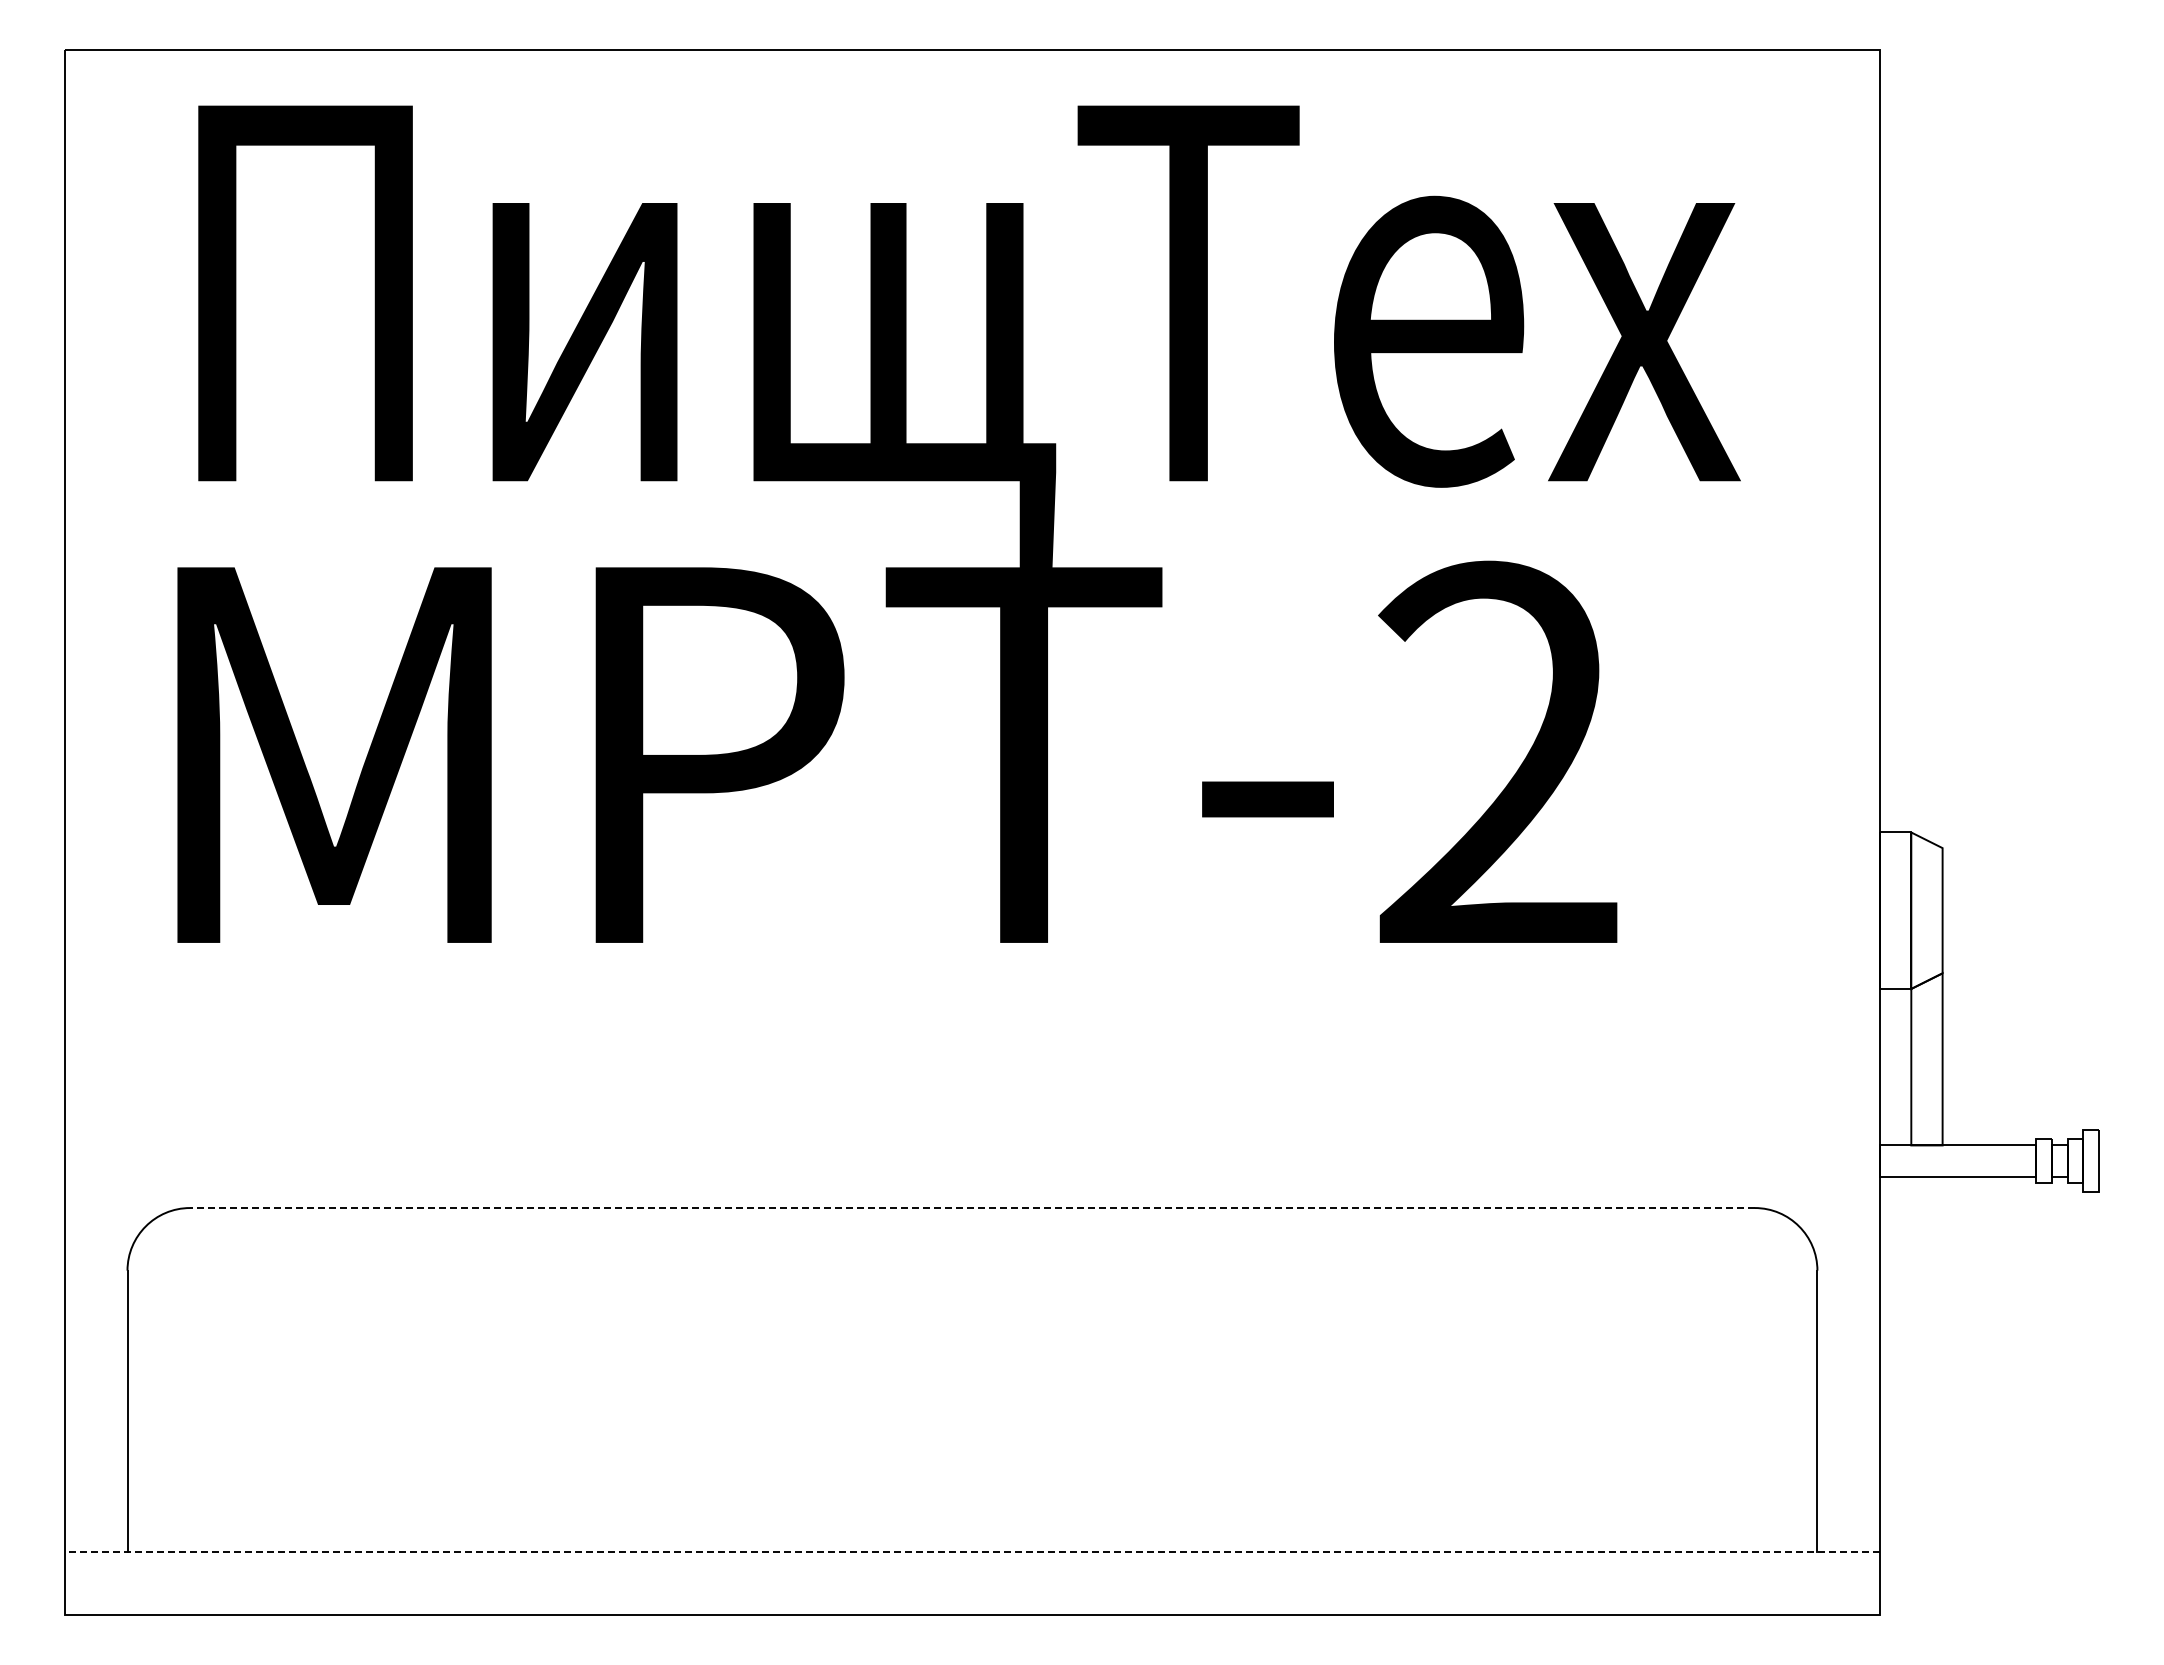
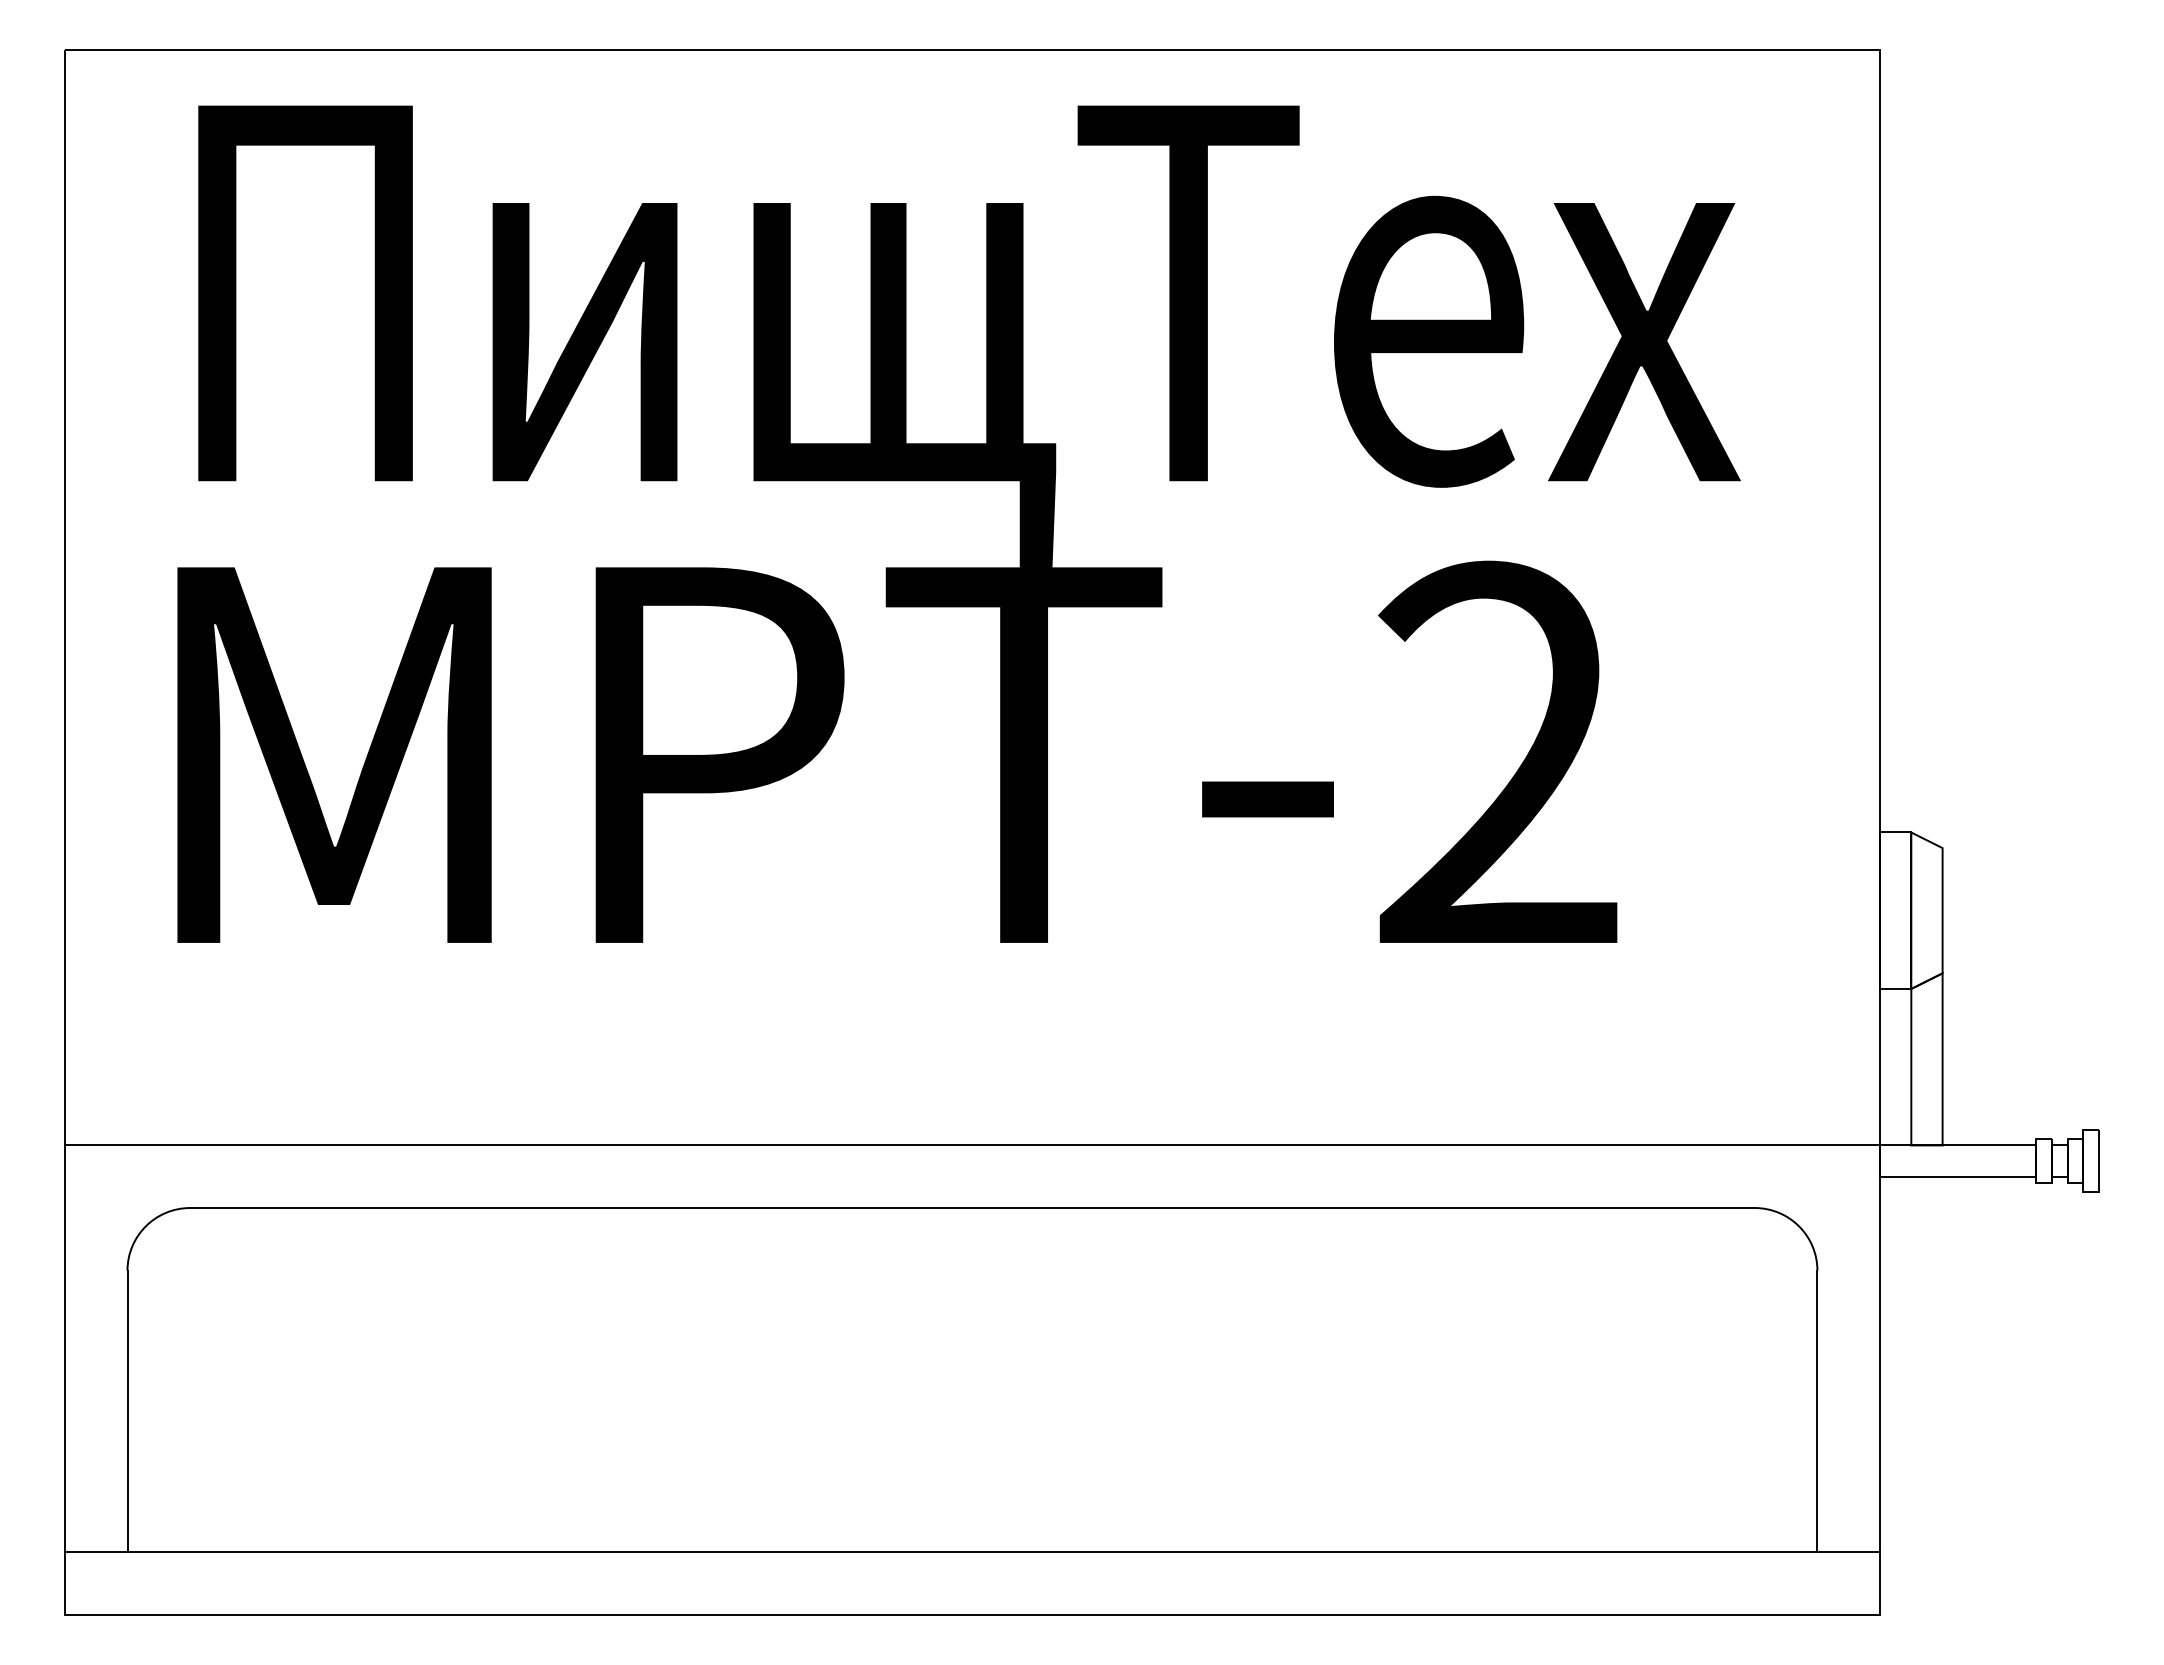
line at (972, 1145): none -> present
line at (971, 1208): dashed -> solid
line at (972, 1552): dashed -> solid
